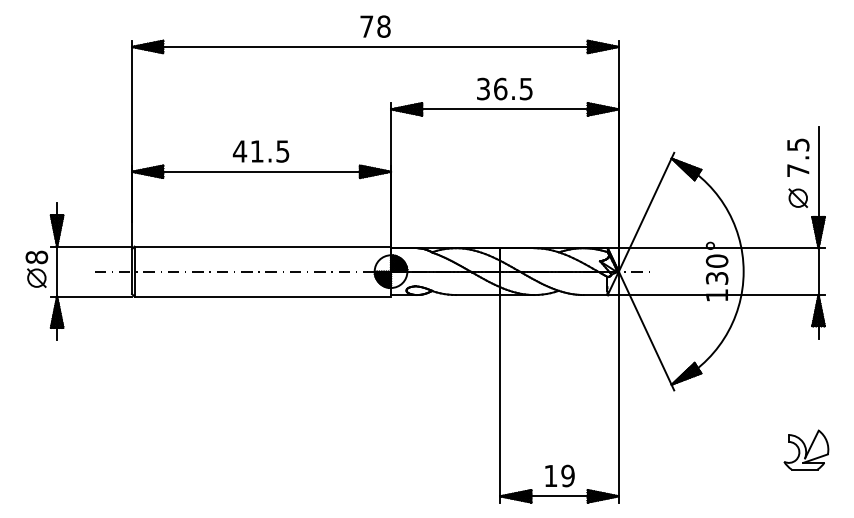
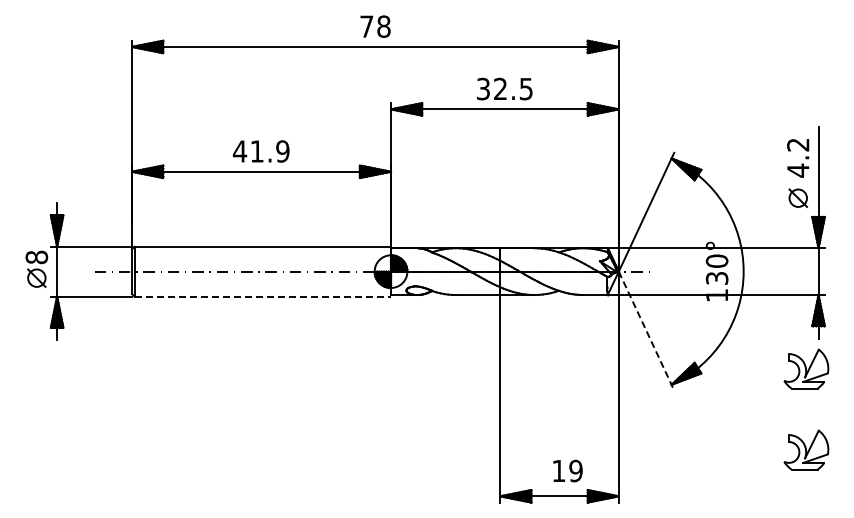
text at (500, 88): 36.5 -> 32.5
text at (282, 151): 41.5 -> 41.9
text at (798, 157): 7.5 -> 4.2
line at (263, 296): solid -> dashed
line at (646, 331): solid -> dashed
part at (806, 368): none -> present
text at (559, 475) position: (559, 475) -> (567, 470)
